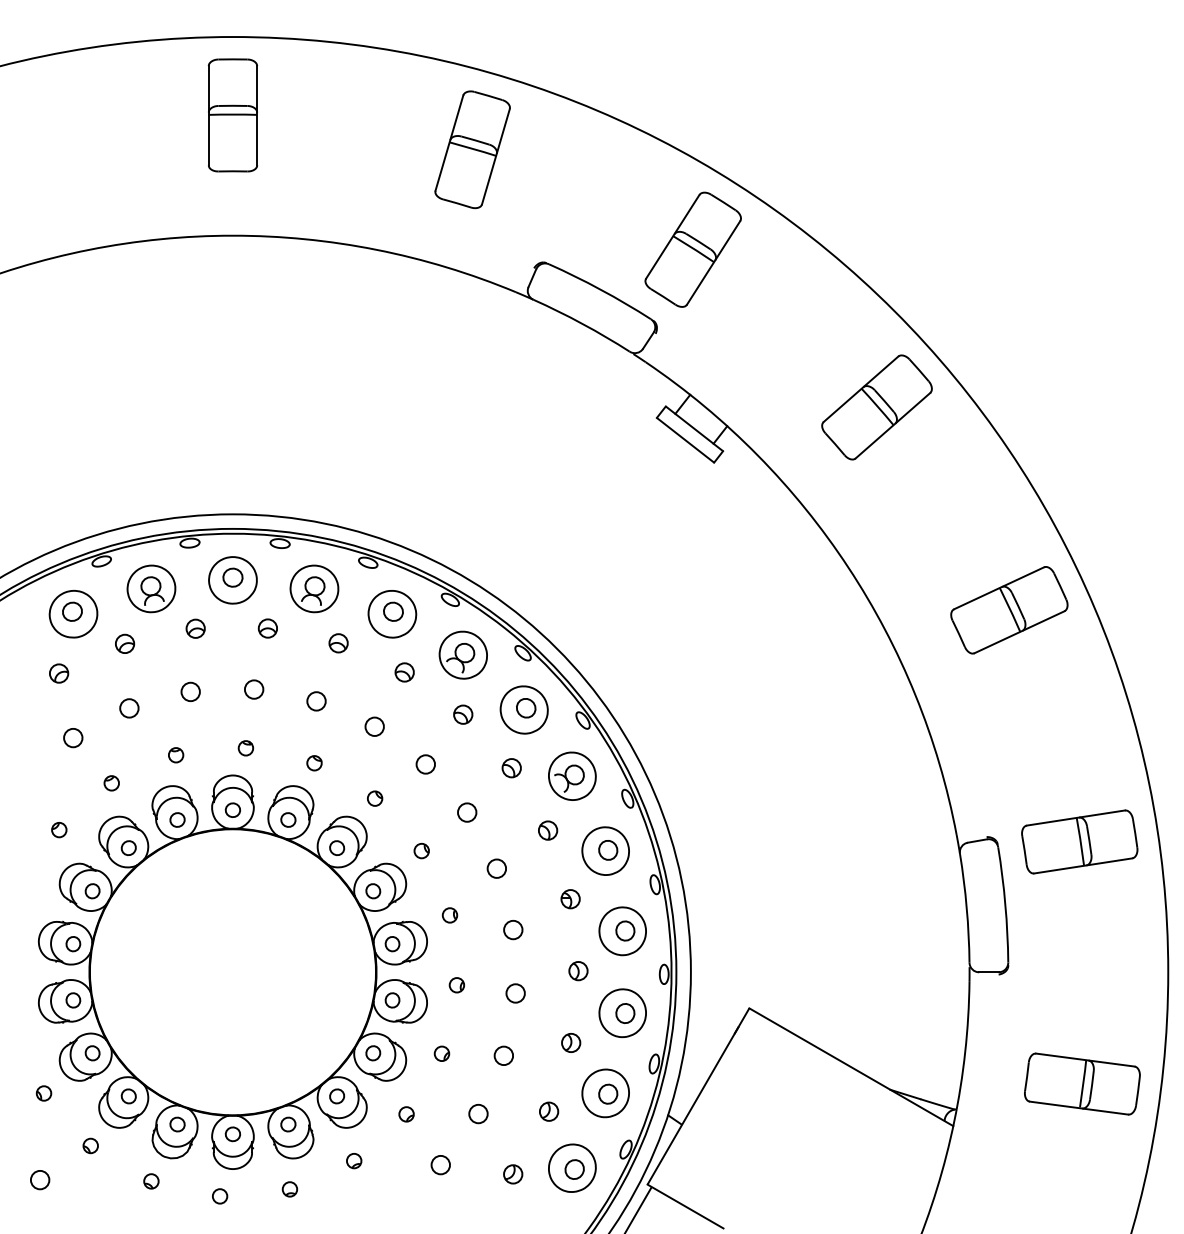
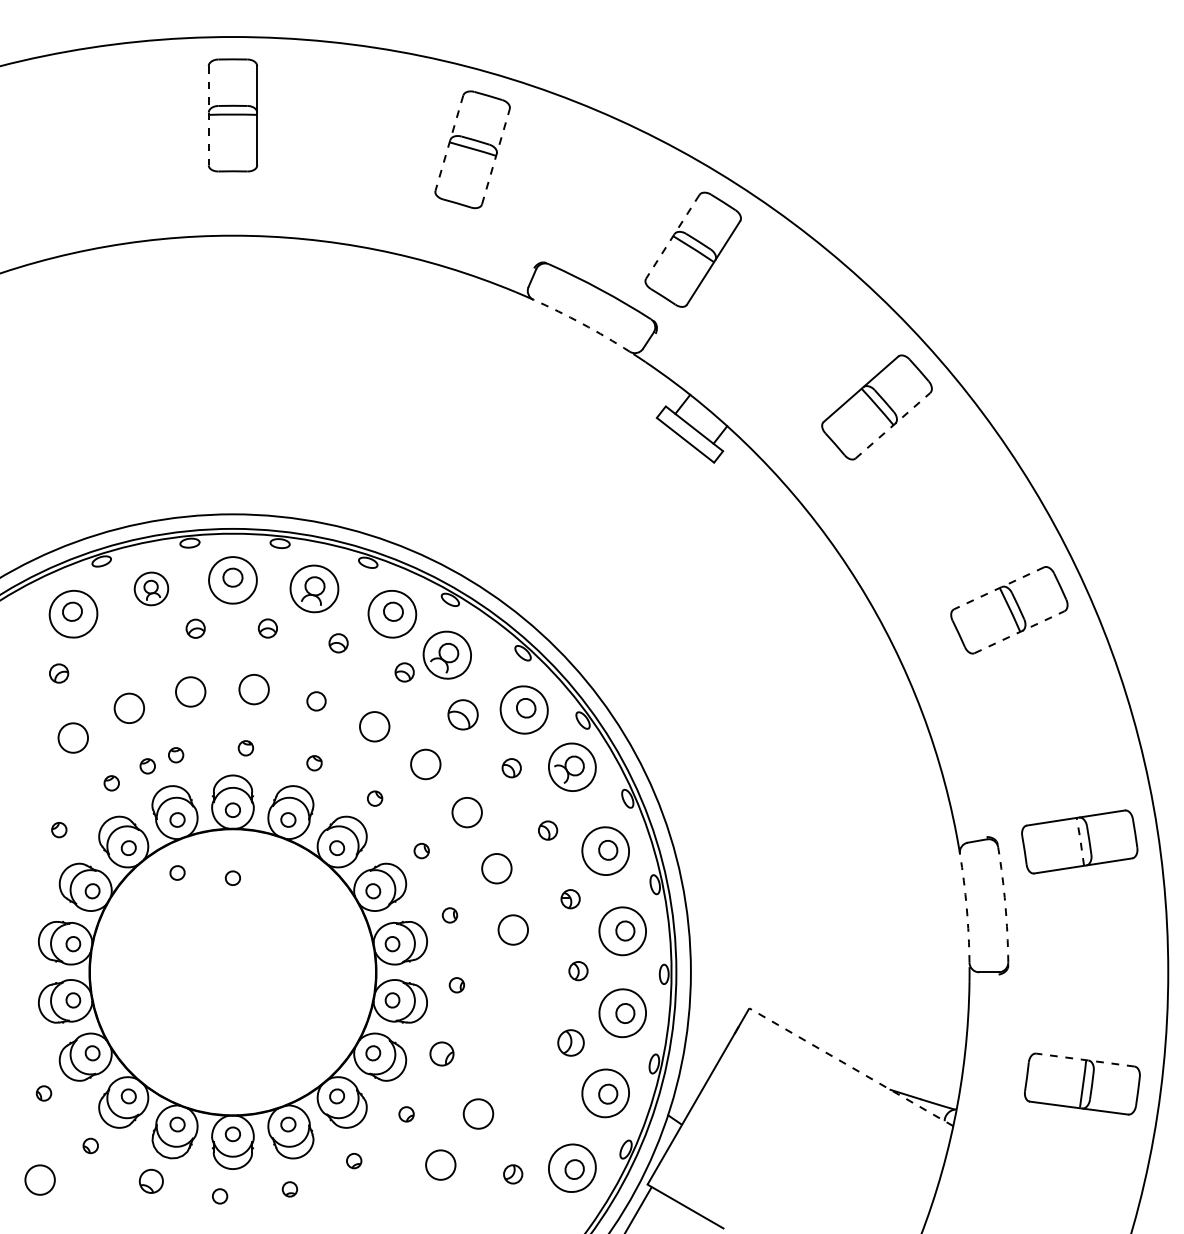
line at (208, 115): solid -> dashed
line at (449, 143): solid -> dashed
line at (495, 156): solid -> dashed
line at (672, 236): solid -> dashed
arc at (582, 323): solid -> dashed
line at (892, 425): solid -> dashed
part at (151, 588) size: 51x50 px -> 37x36 px
line at (999, 588): solid -> dashed
line at (1019, 632): solid -> dashed
part at (125, 643): present -> none
part at (462, 654) position: (462, 654) -> (446, 654)
circle at (253, 689) diameter: 18 px -> 29 px
circle at (190, 691) diameter: 18 px -> 29 px
circle at (129, 708) diameter: 18 px -> 29 px
part at (463, 714) size: 21x21 px -> 32x32 px
circle at (374, 726) diameter: 18 px -> 29 px
circle at (73, 737) diameter: 18 px -> 29 px
circle at (425, 764) diameter: 18 px -> 29 px
part at (147, 766): none -> present
part at (572, 775) position: (572, 775) -> (572, 766)
circle at (467, 812) diameter: 18 px -> 29 px
line at (1080, 840): solid -> dashed
circle at (496, 868) diameter: 18 px -> 29 px
part at (177, 872): none -> present
part at (232, 877): none -> present
arc at (1005, 904): solid -> dashed
arc at (966, 908): solid -> dashed
circle at (513, 929) diameter: 18 px -> 29 px
circle at (515, 993): present -> none
part at (571, 1042) size: 21x20 px -> 28x28 px
part at (441, 1053) size: 18x17 px -> 26x26 px
circle at (503, 1055): present -> none
line at (1085, 1060): solid -> dashed
line at (851, 1067): solid -> dashed
part at (549, 1111): present -> none
circle at (478, 1113) diameter: 18 px -> 29 px
circle at (440, 1164) diameter: 18 px -> 29 px
circle at (39, 1179) diameter: 18 px -> 29 px
part at (151, 1181) size: 17x17 px -> 26x26 px
